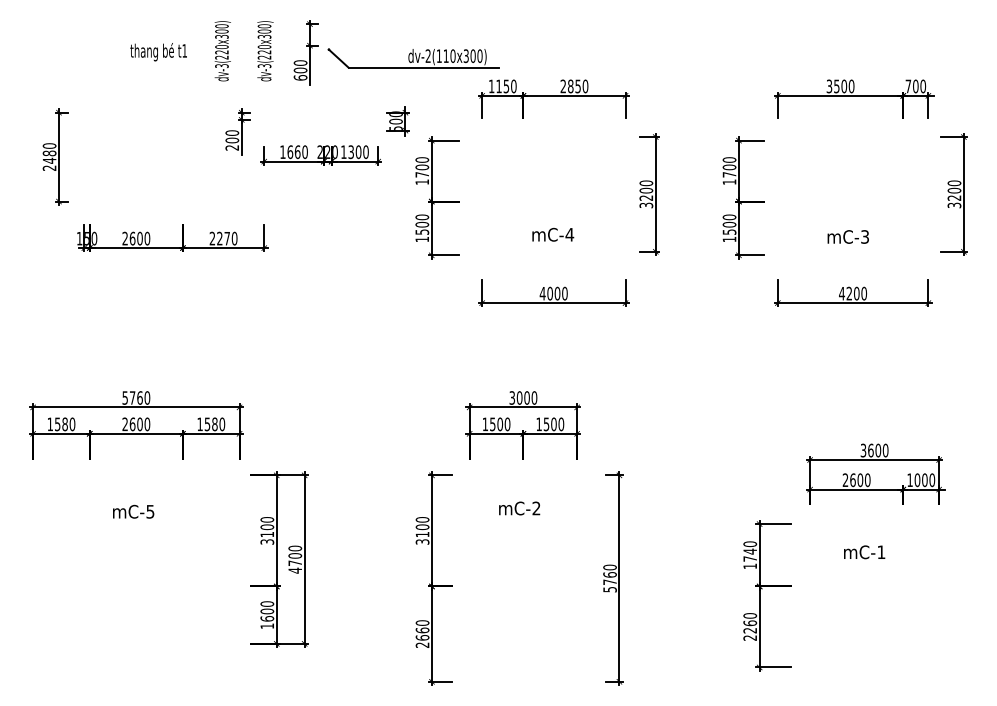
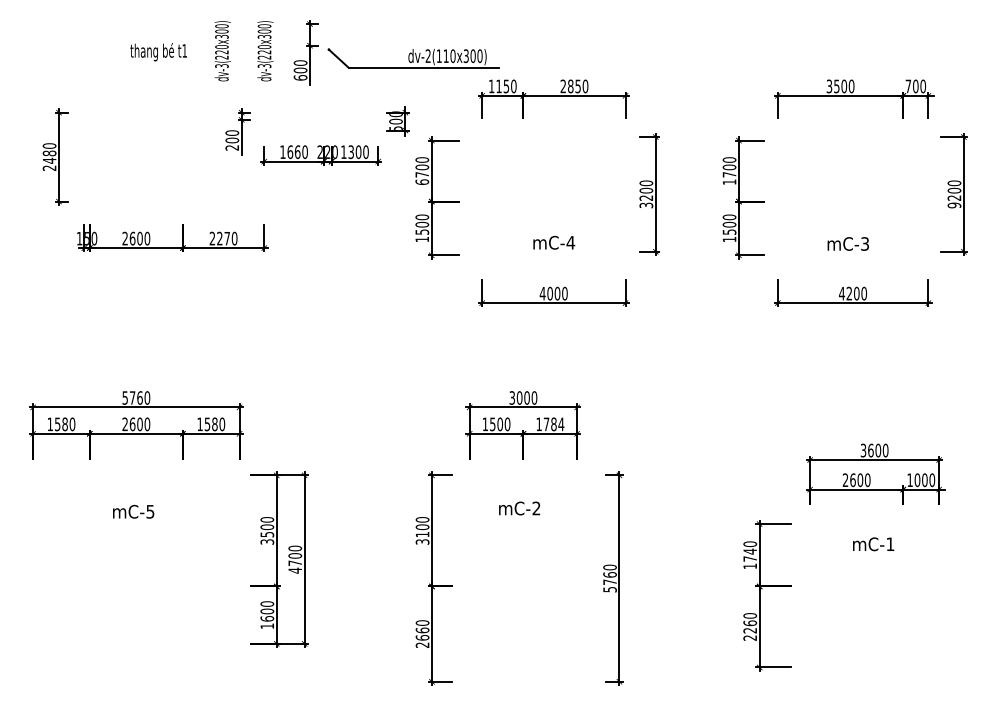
text at (422, 181): 1700 -> 6700
text at (953, 205): 3200 -> 9200
text at (553, 234) position: (553, 234) -> (554, 242)
text at (847, 236) position: (847, 236) -> (847, 243)
text at (553, 424): 1500 -> 1784
text at (267, 534): 3100 -> 3500
text at (864, 552) position: (864, 552) -> (873, 544)
